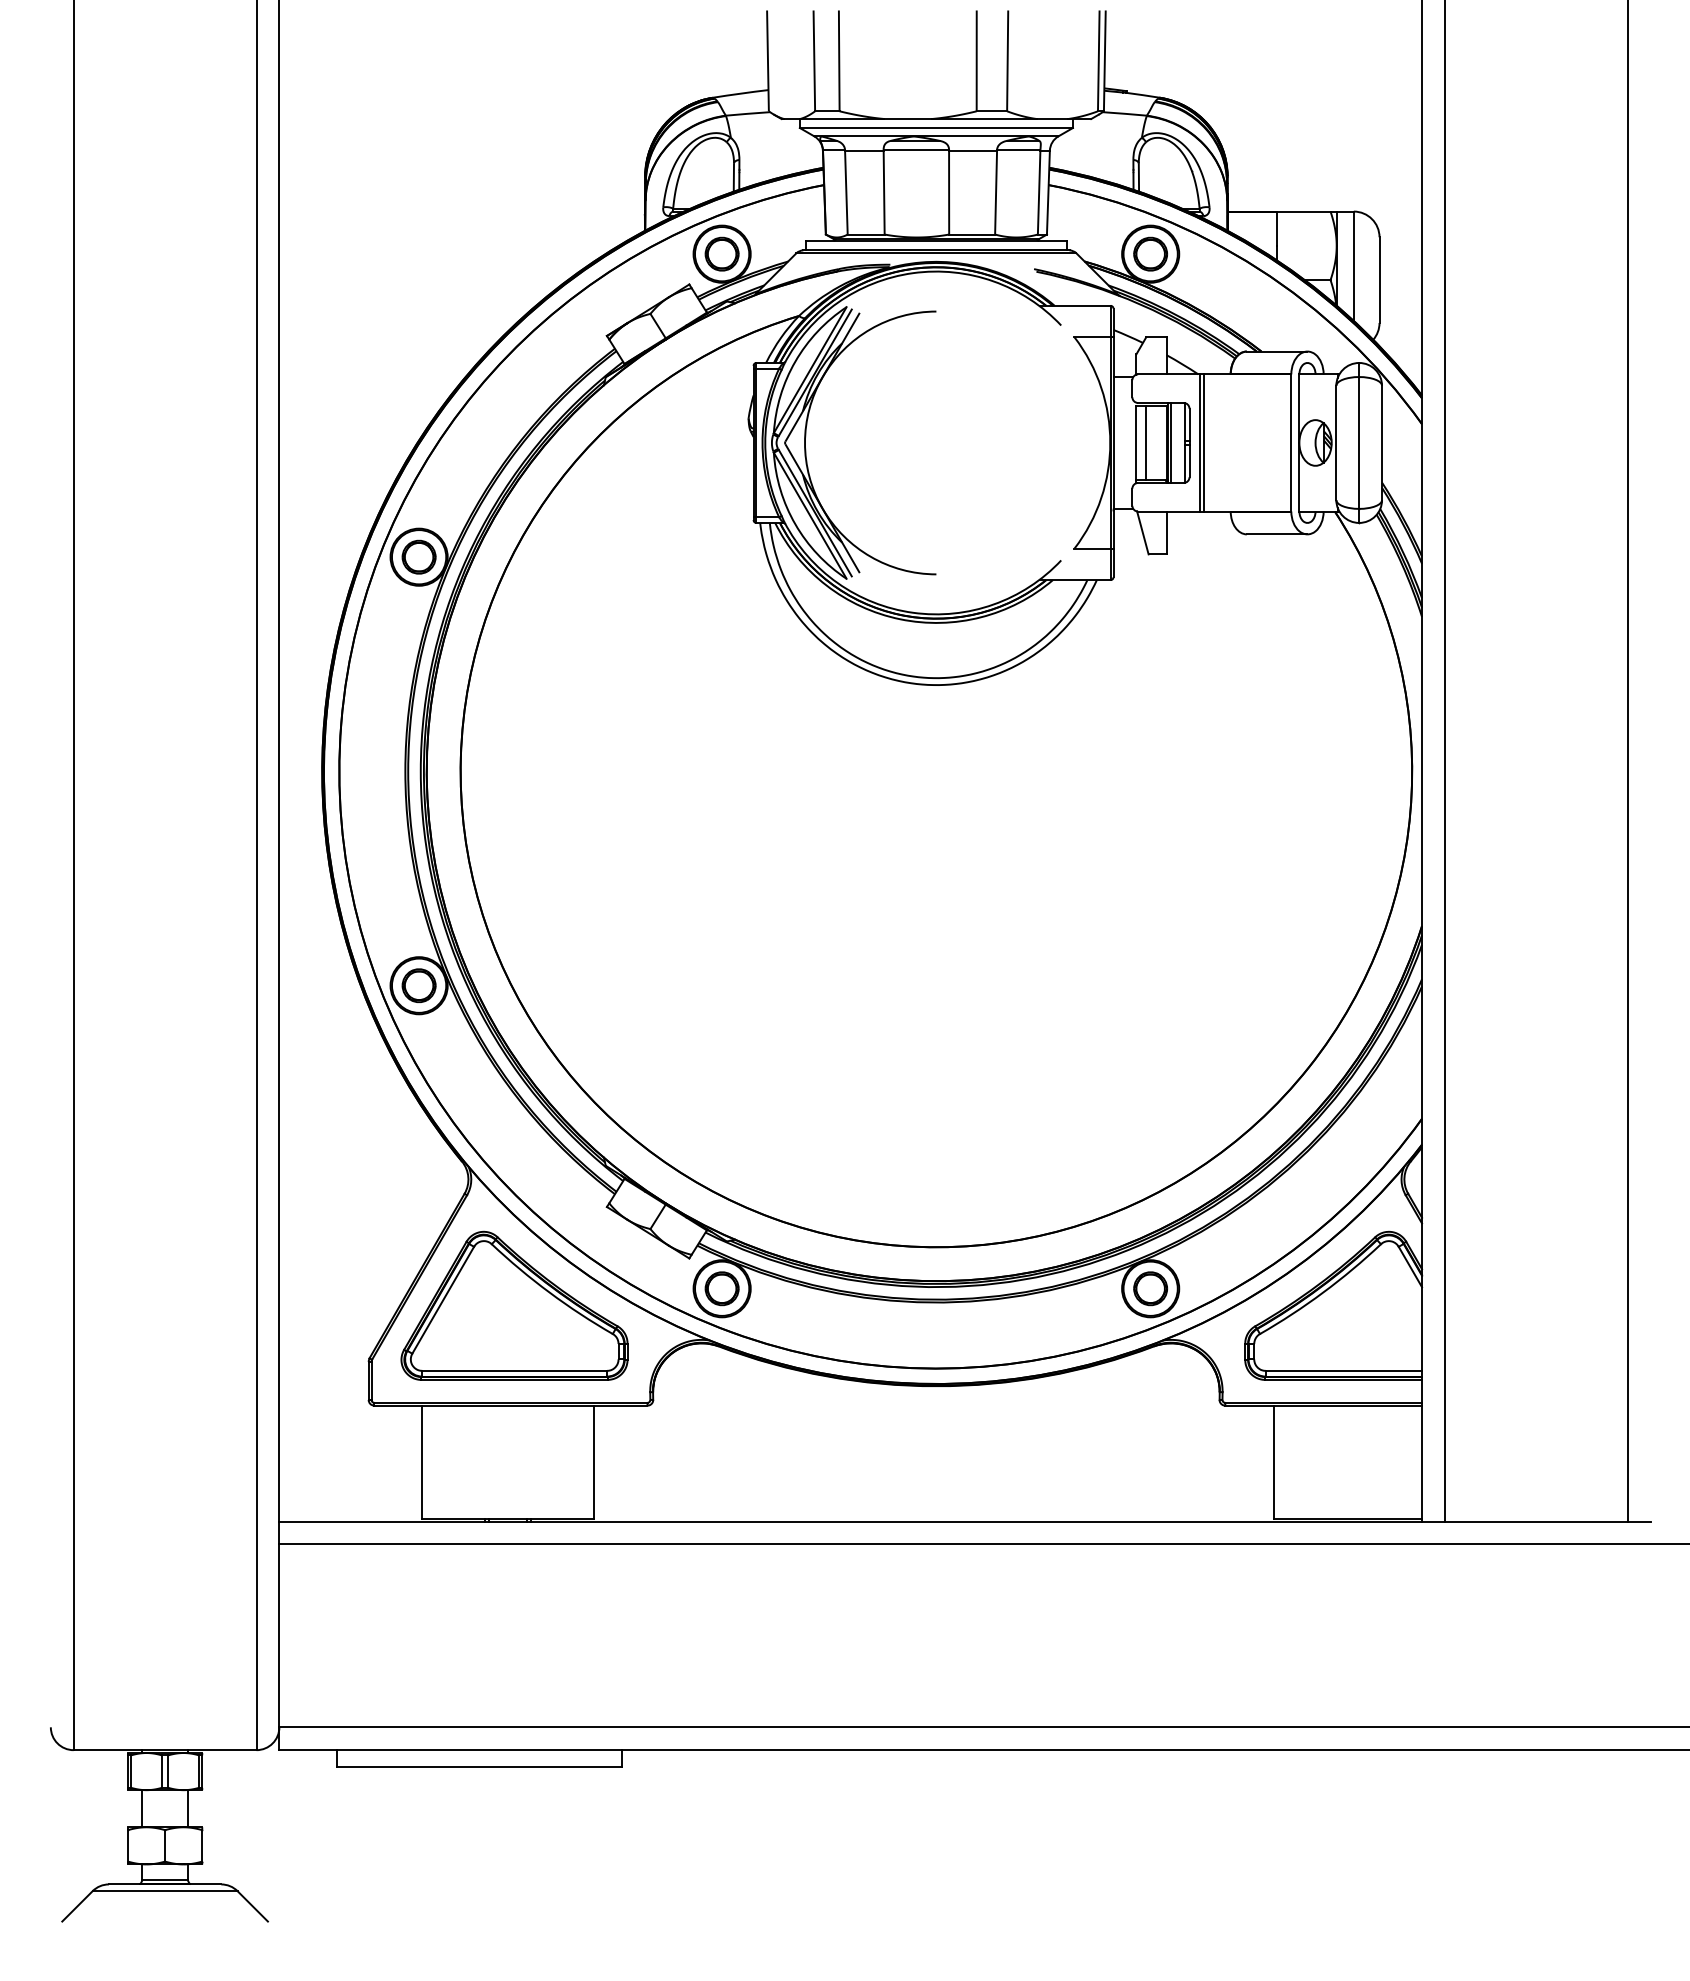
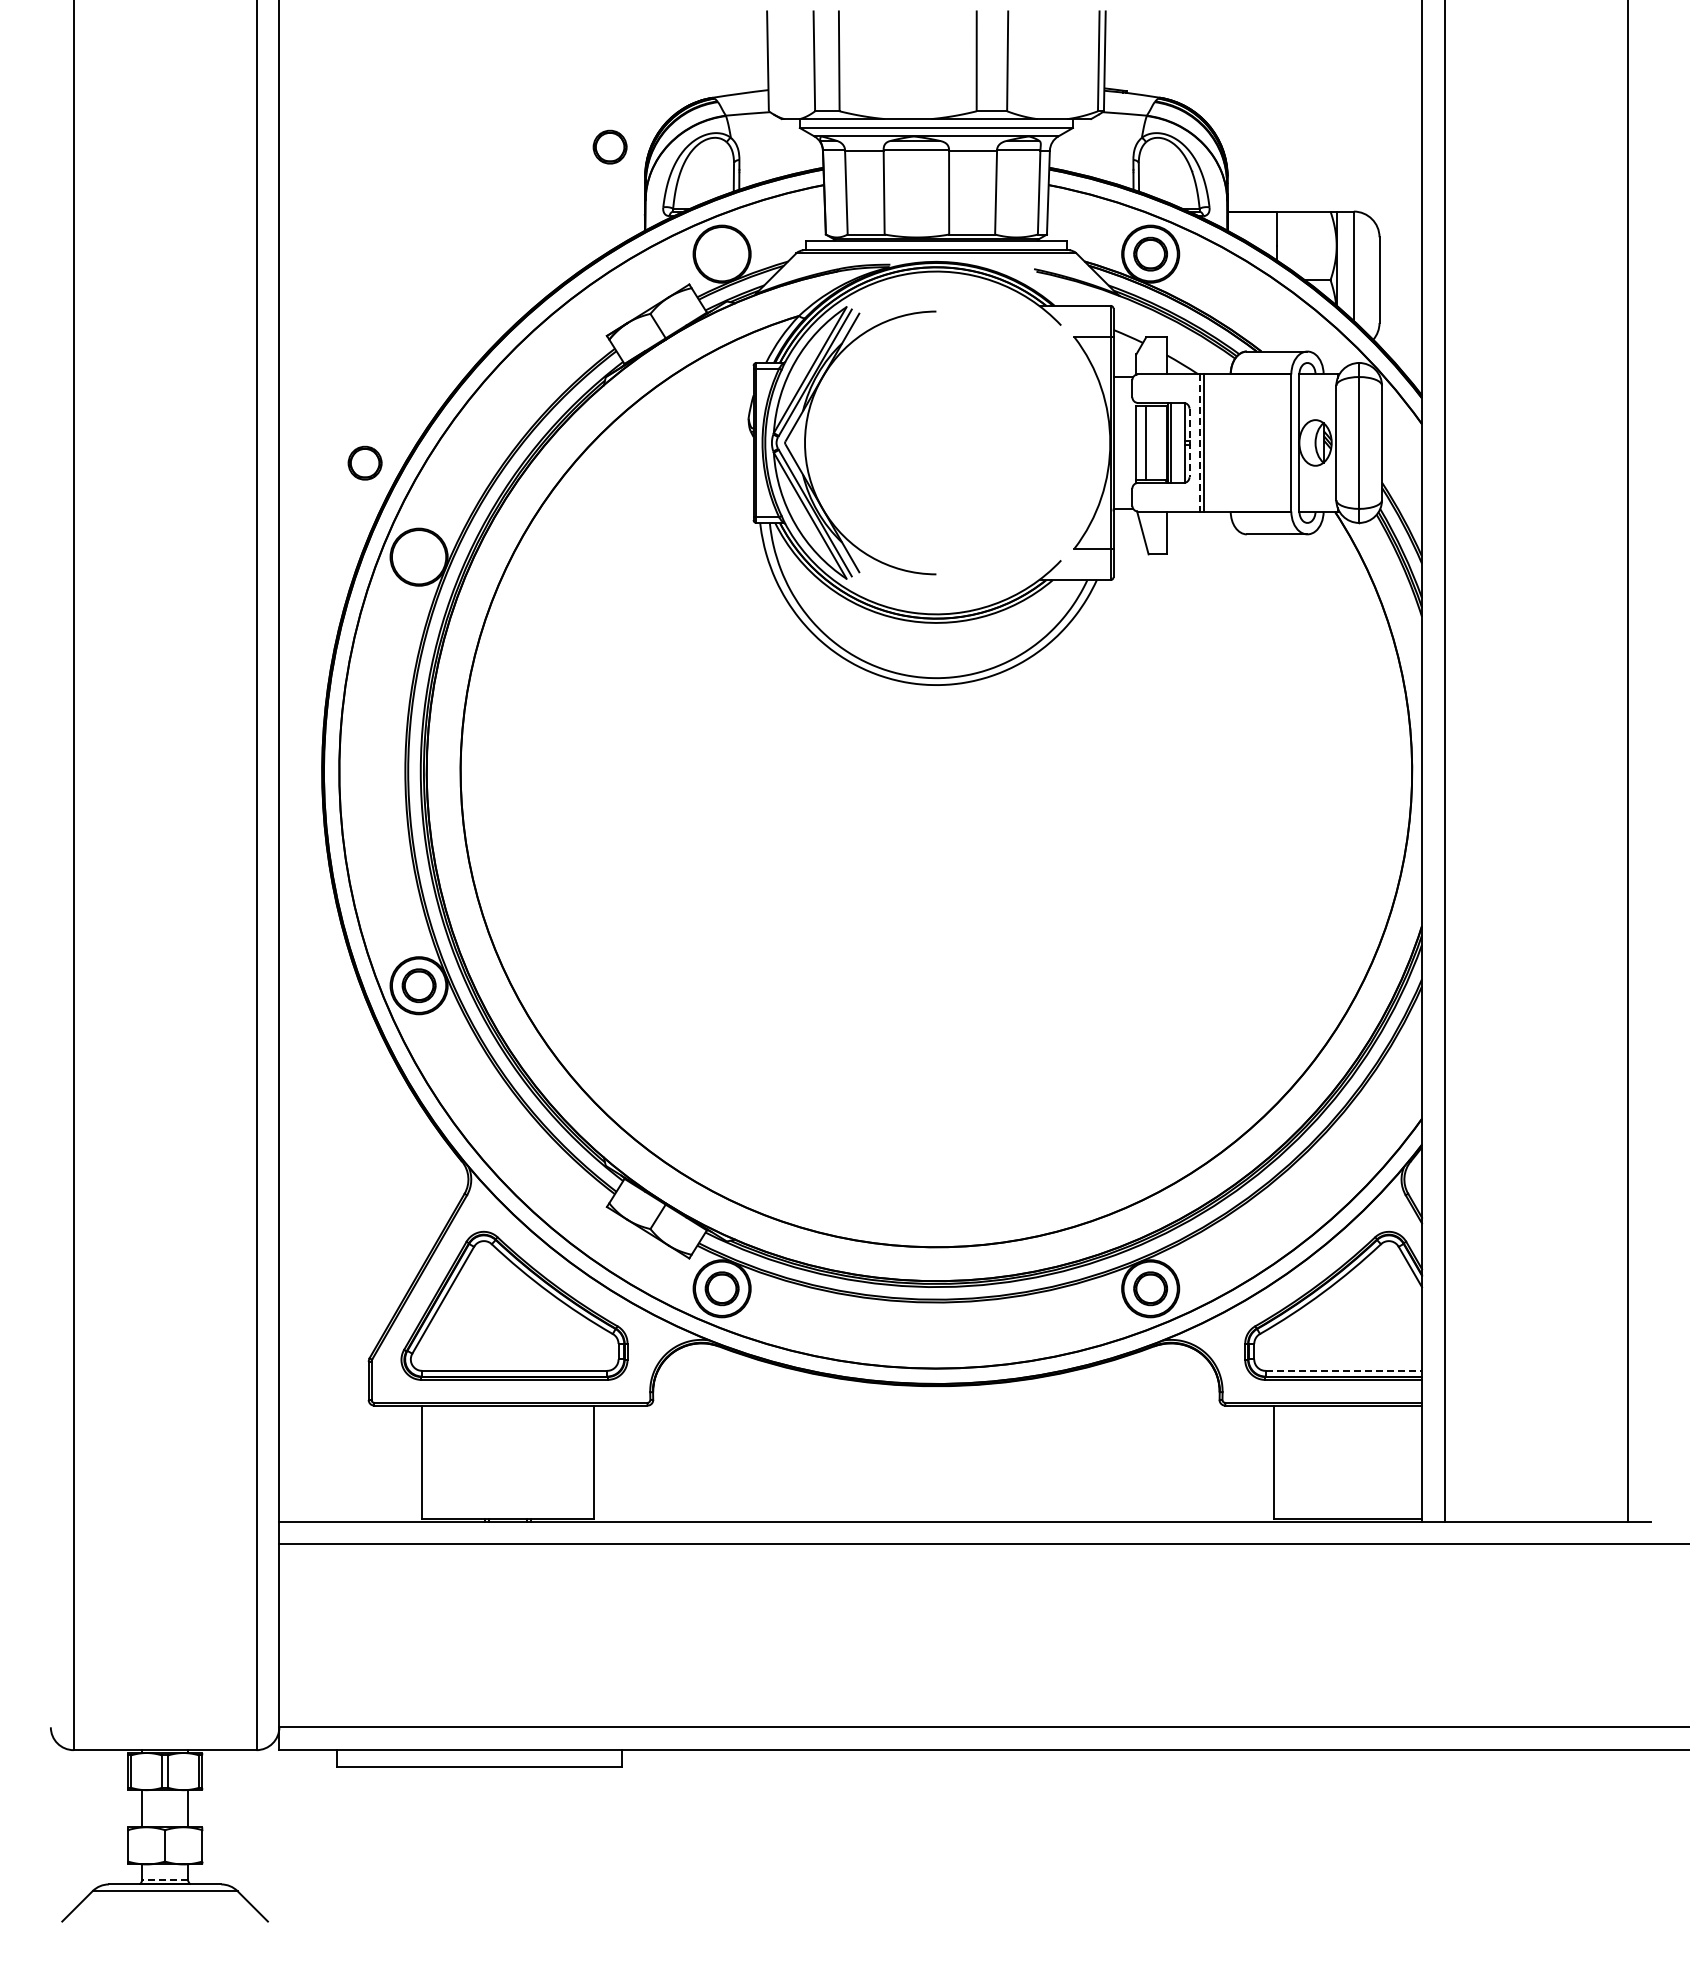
part at (721, 253) position: (721, 253) -> (609, 146)
line at (1199, 442): solid -> dashed
line at (1189, 443): solid -> dashed
part at (418, 556) position: (418, 556) -> (364, 462)
line at (1344, 1370): solid -> dashed
line at (165, 1879): solid -> dashed
